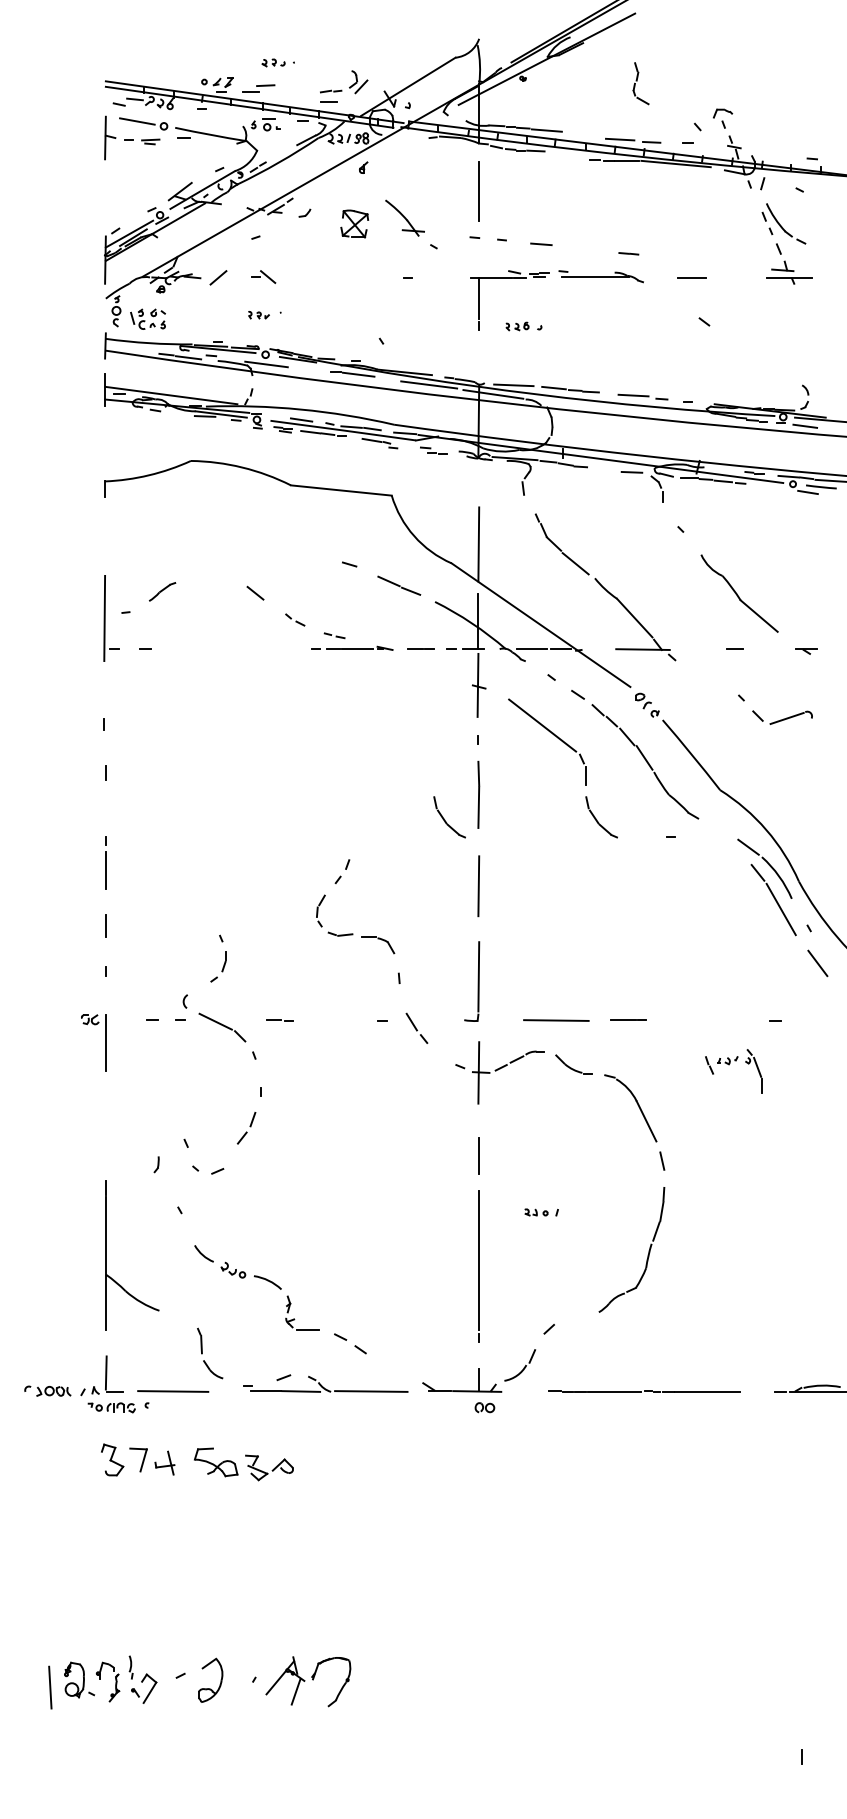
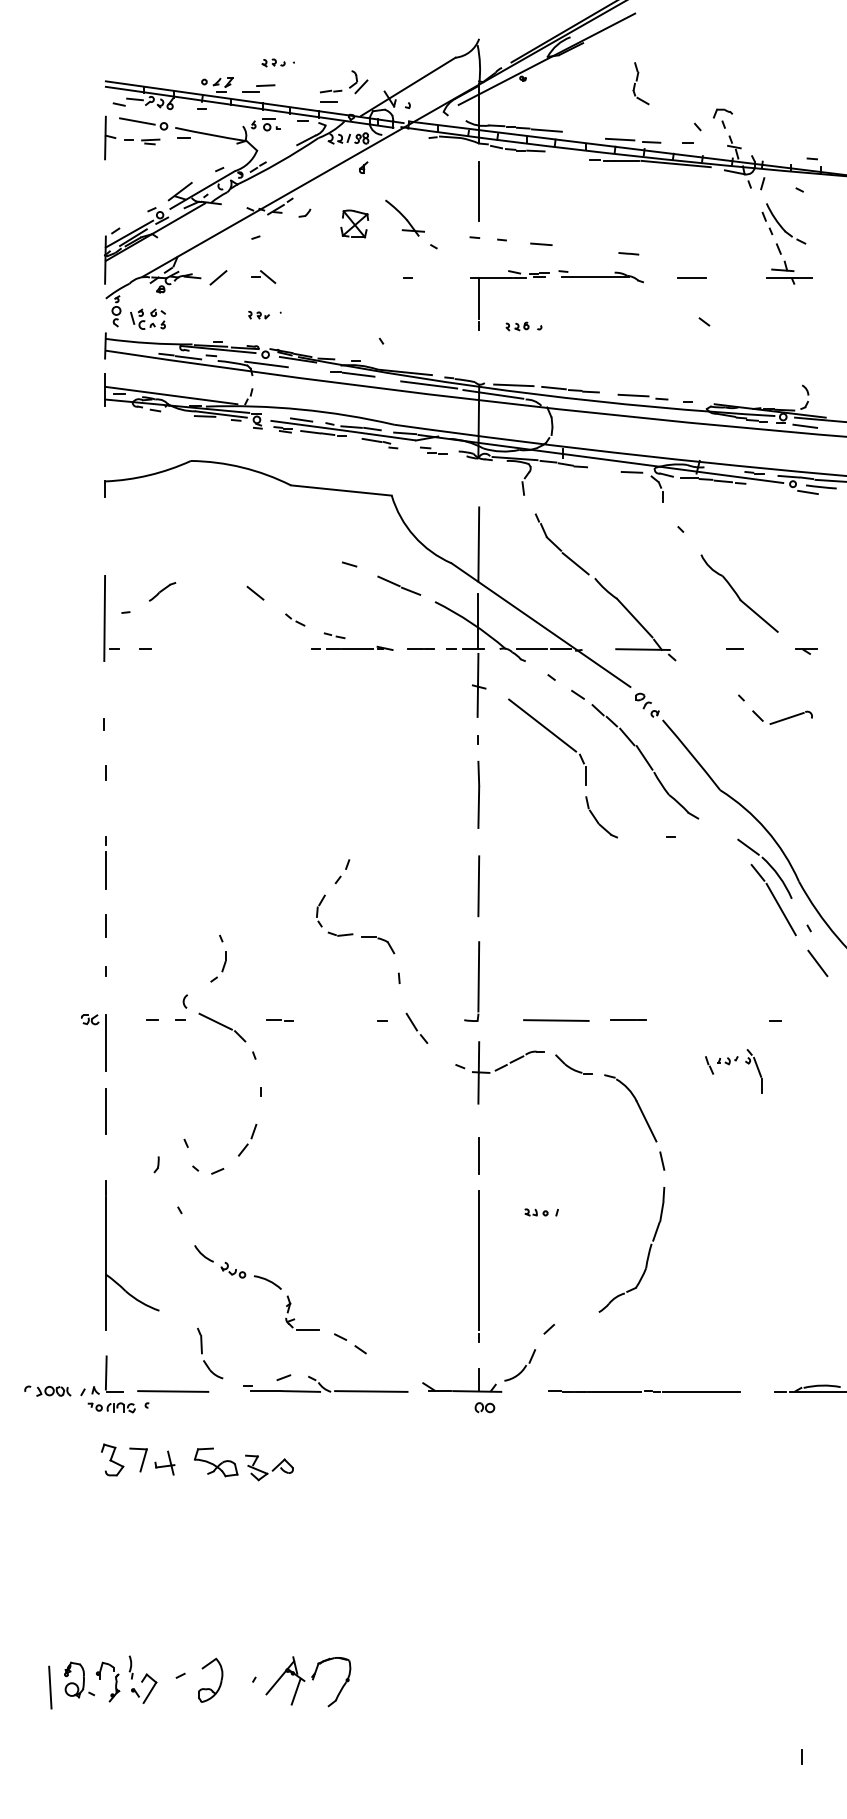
part at (449, 817): present -> none
line at (105, 1111): none -> present
part at (246, 1128) position: (246, 1128) -> (247, 1140)
